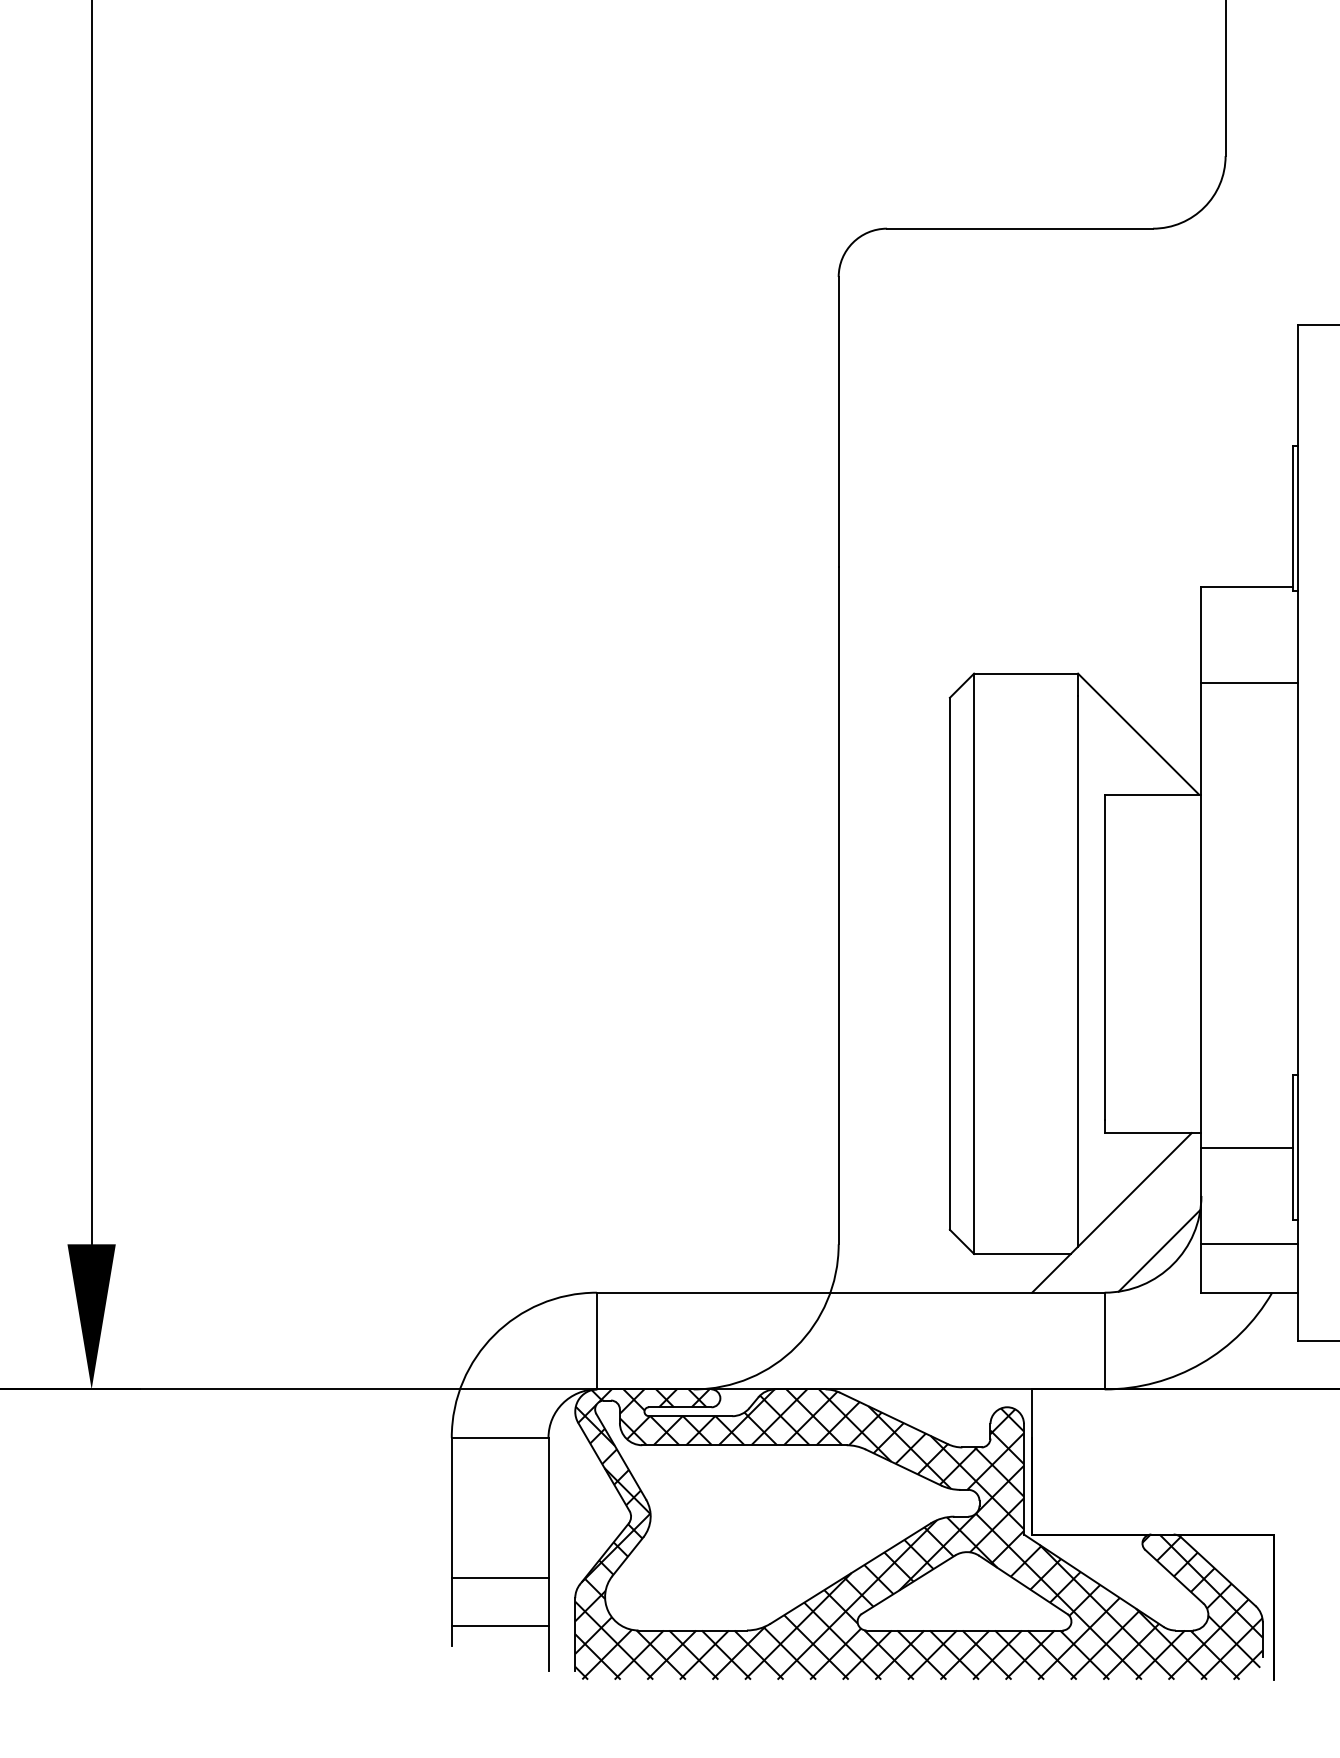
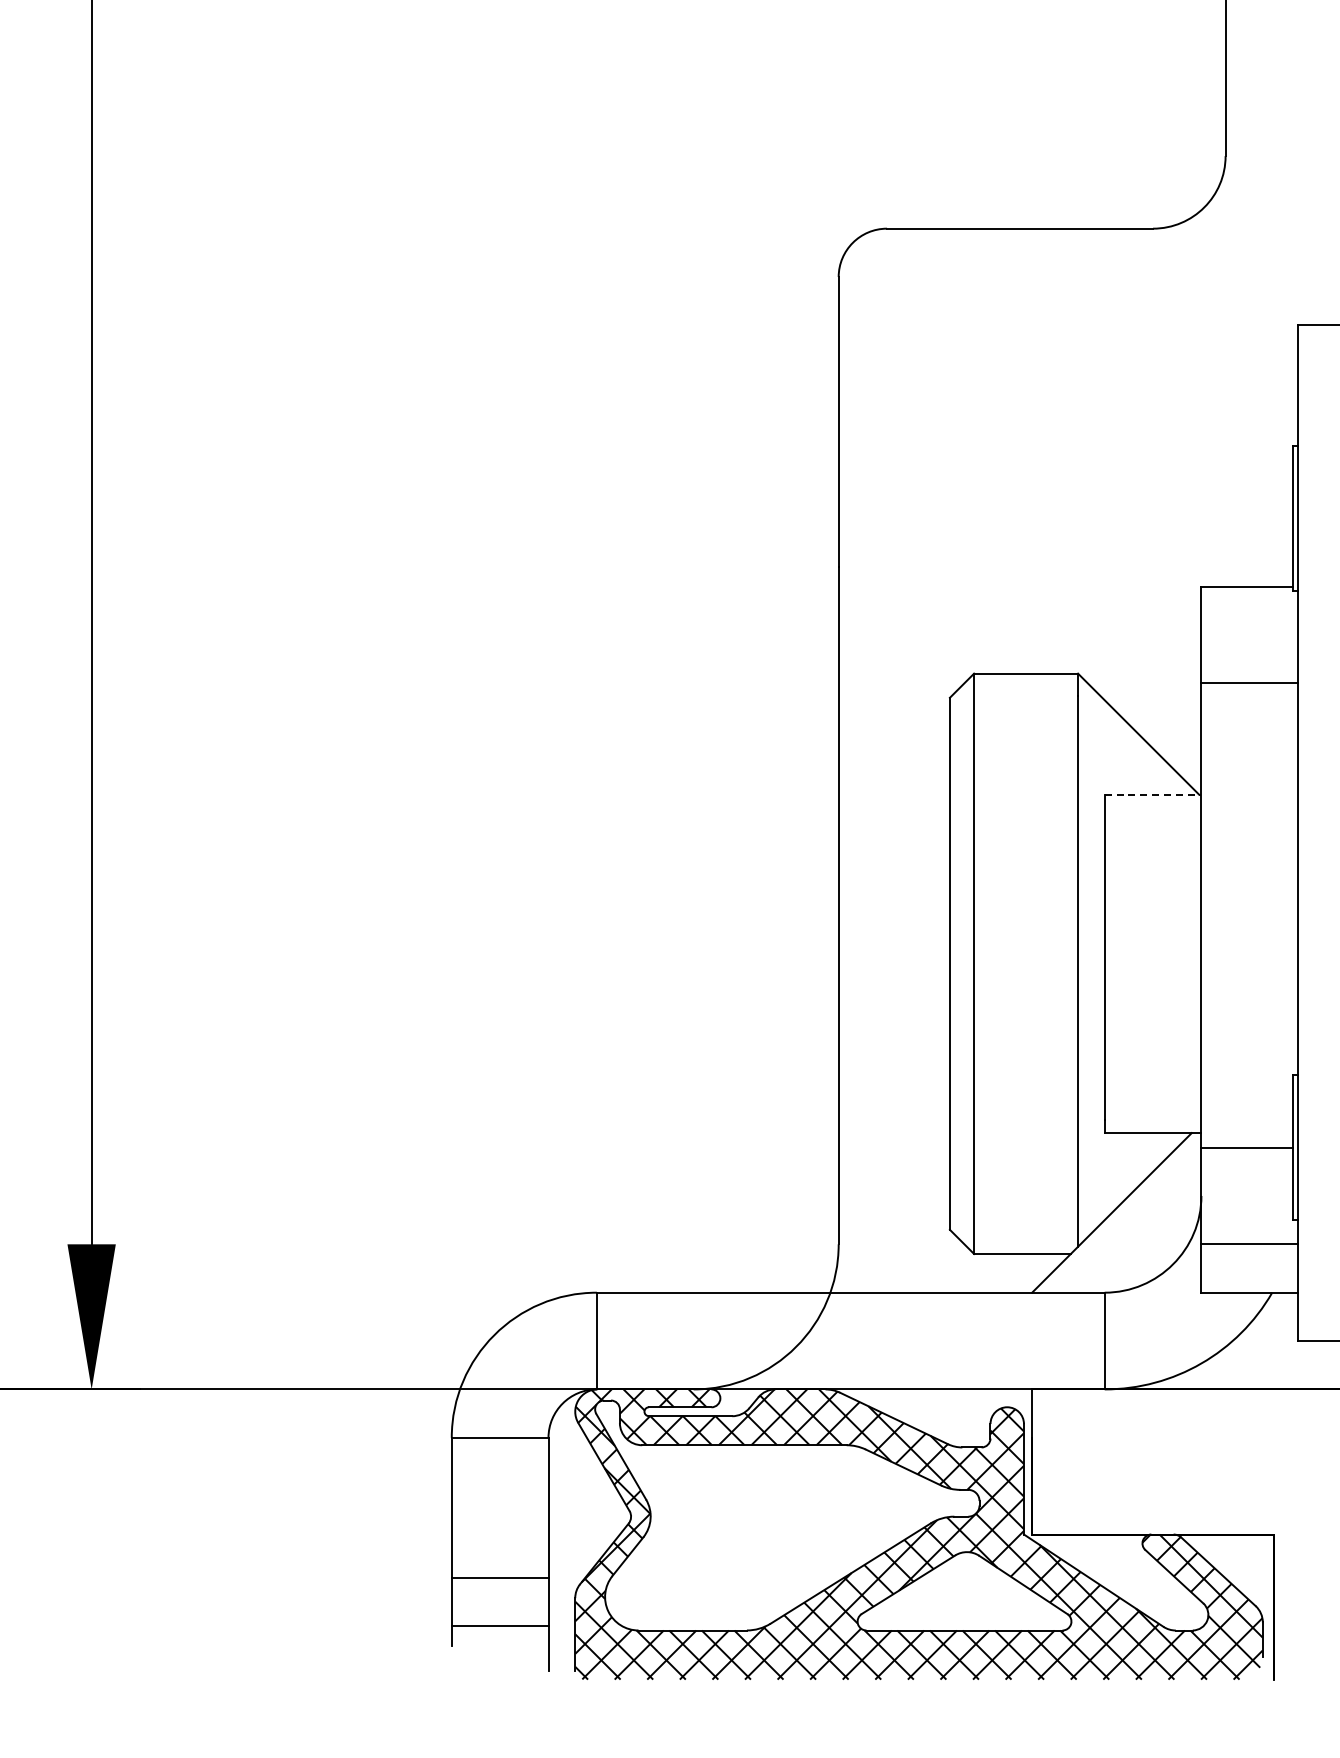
line at (1153, 794): solid -> dashed
line at (1159, 1250): present -> none
